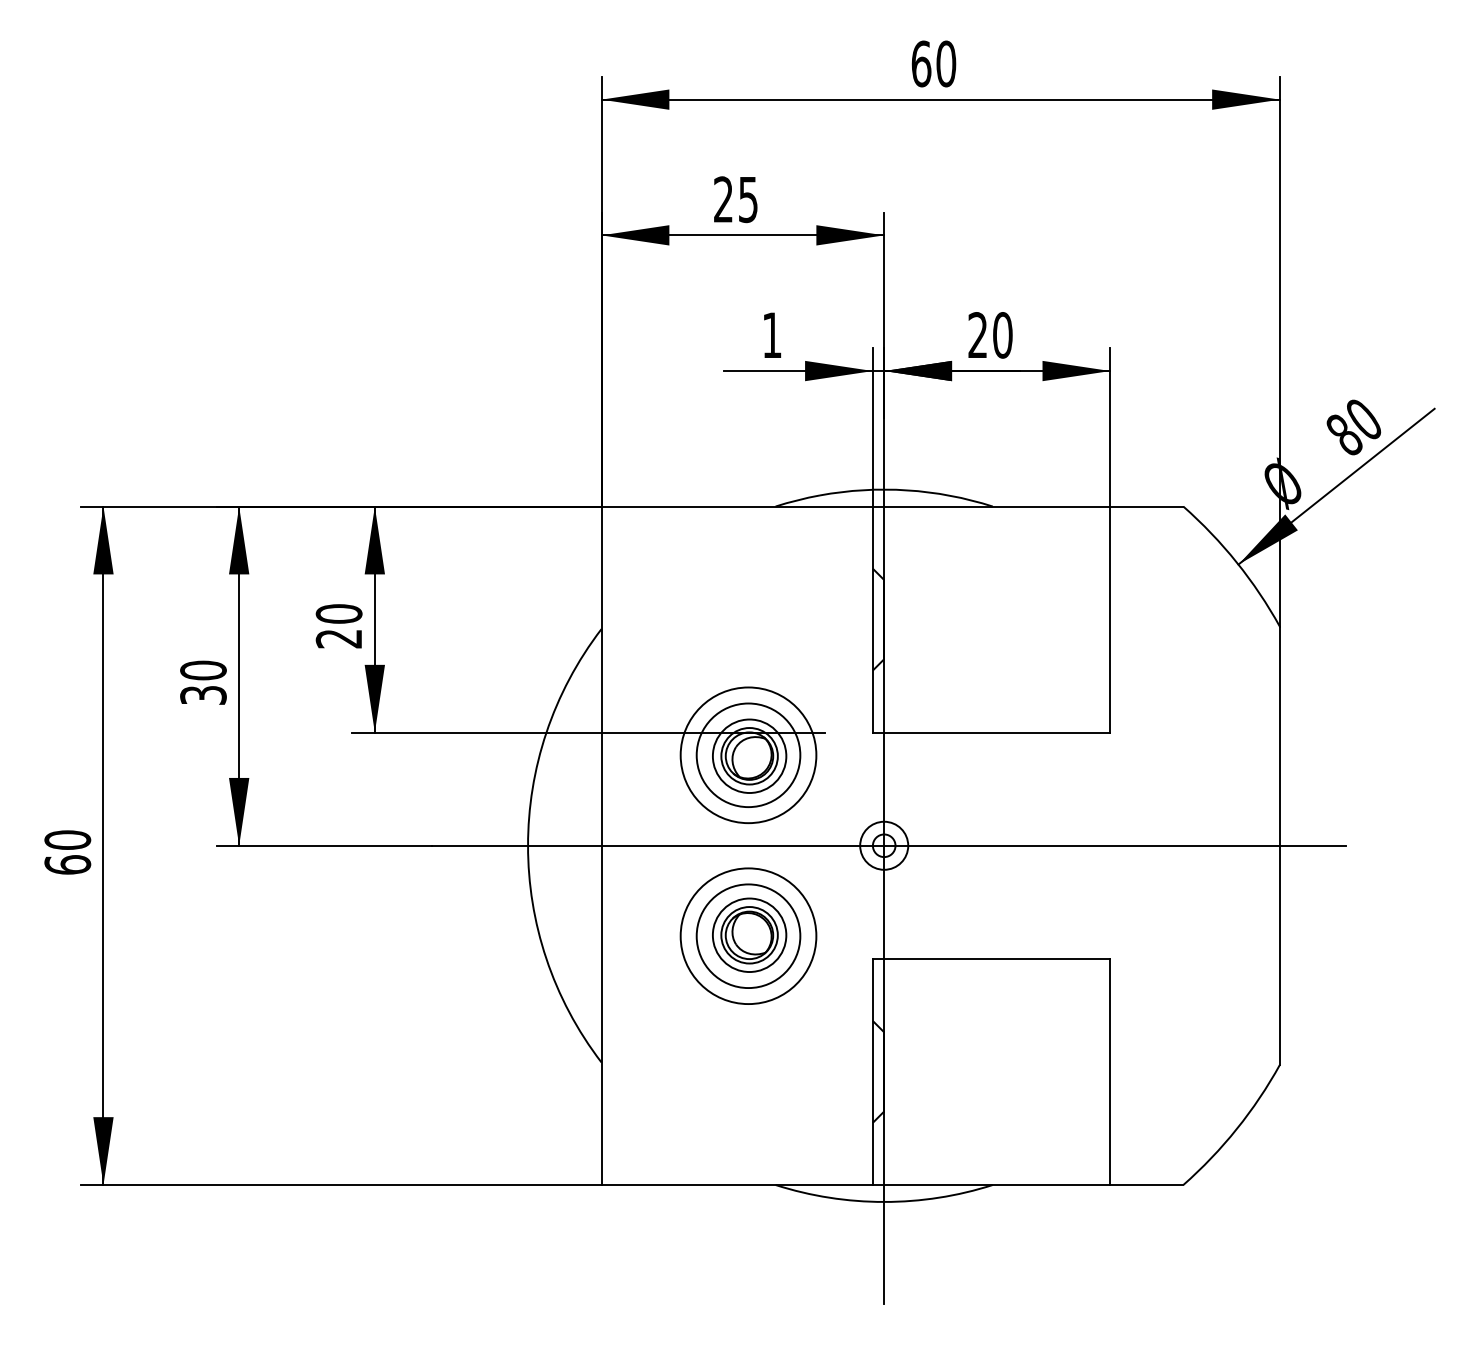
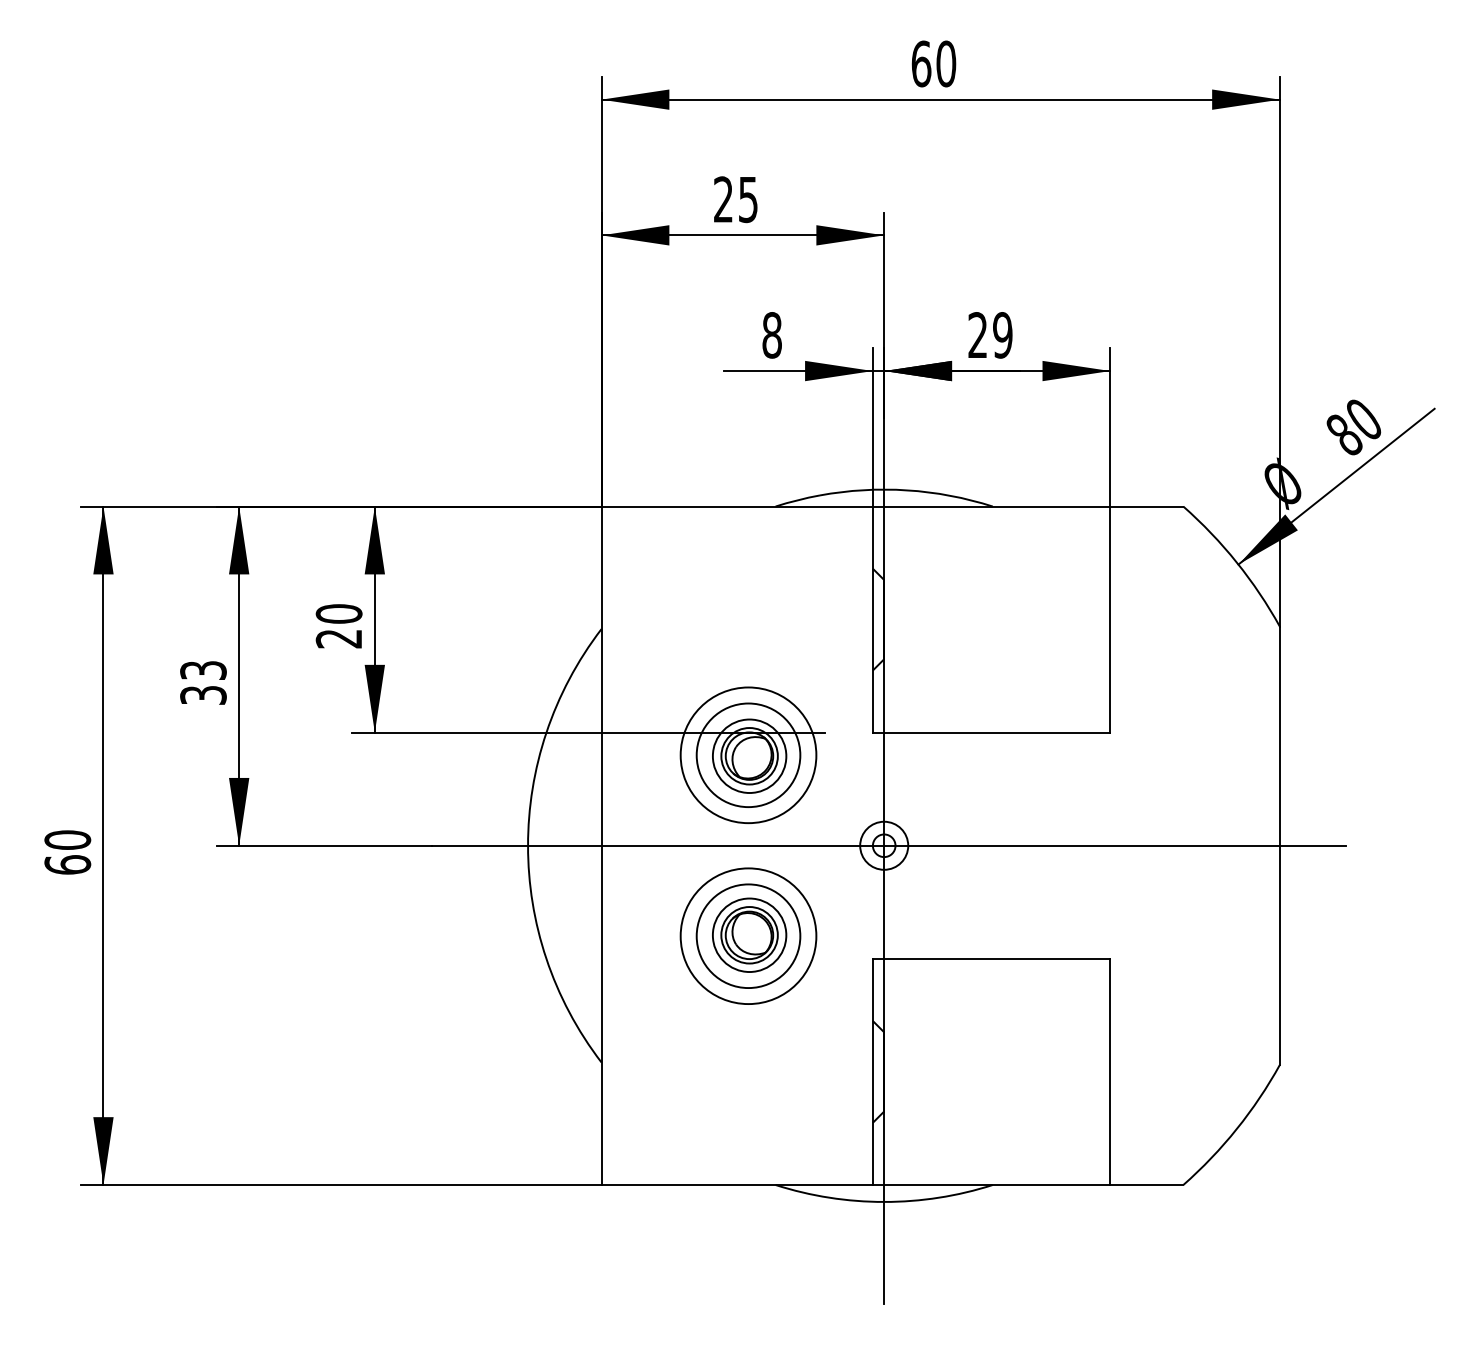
text at (771, 335): 1 -> 8
text at (1002, 335): 20 -> 29
text at (203, 670): 30 -> 33
